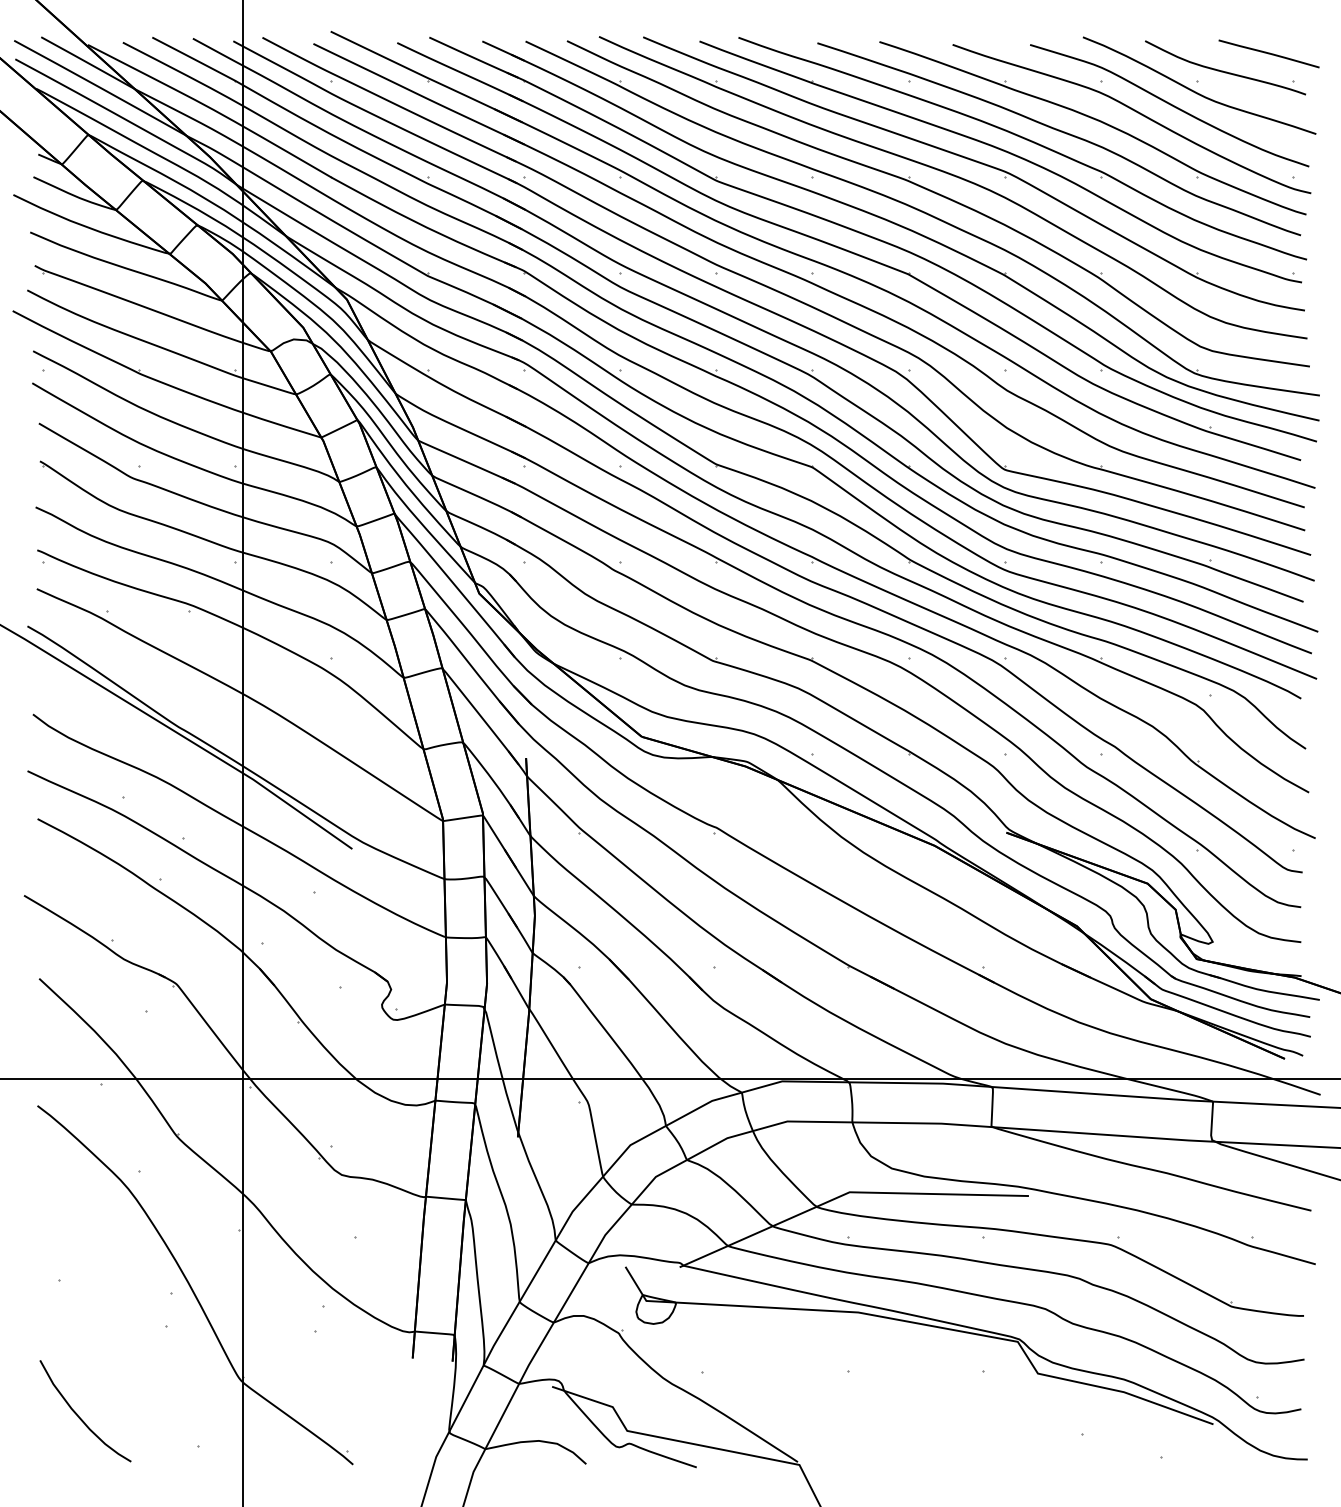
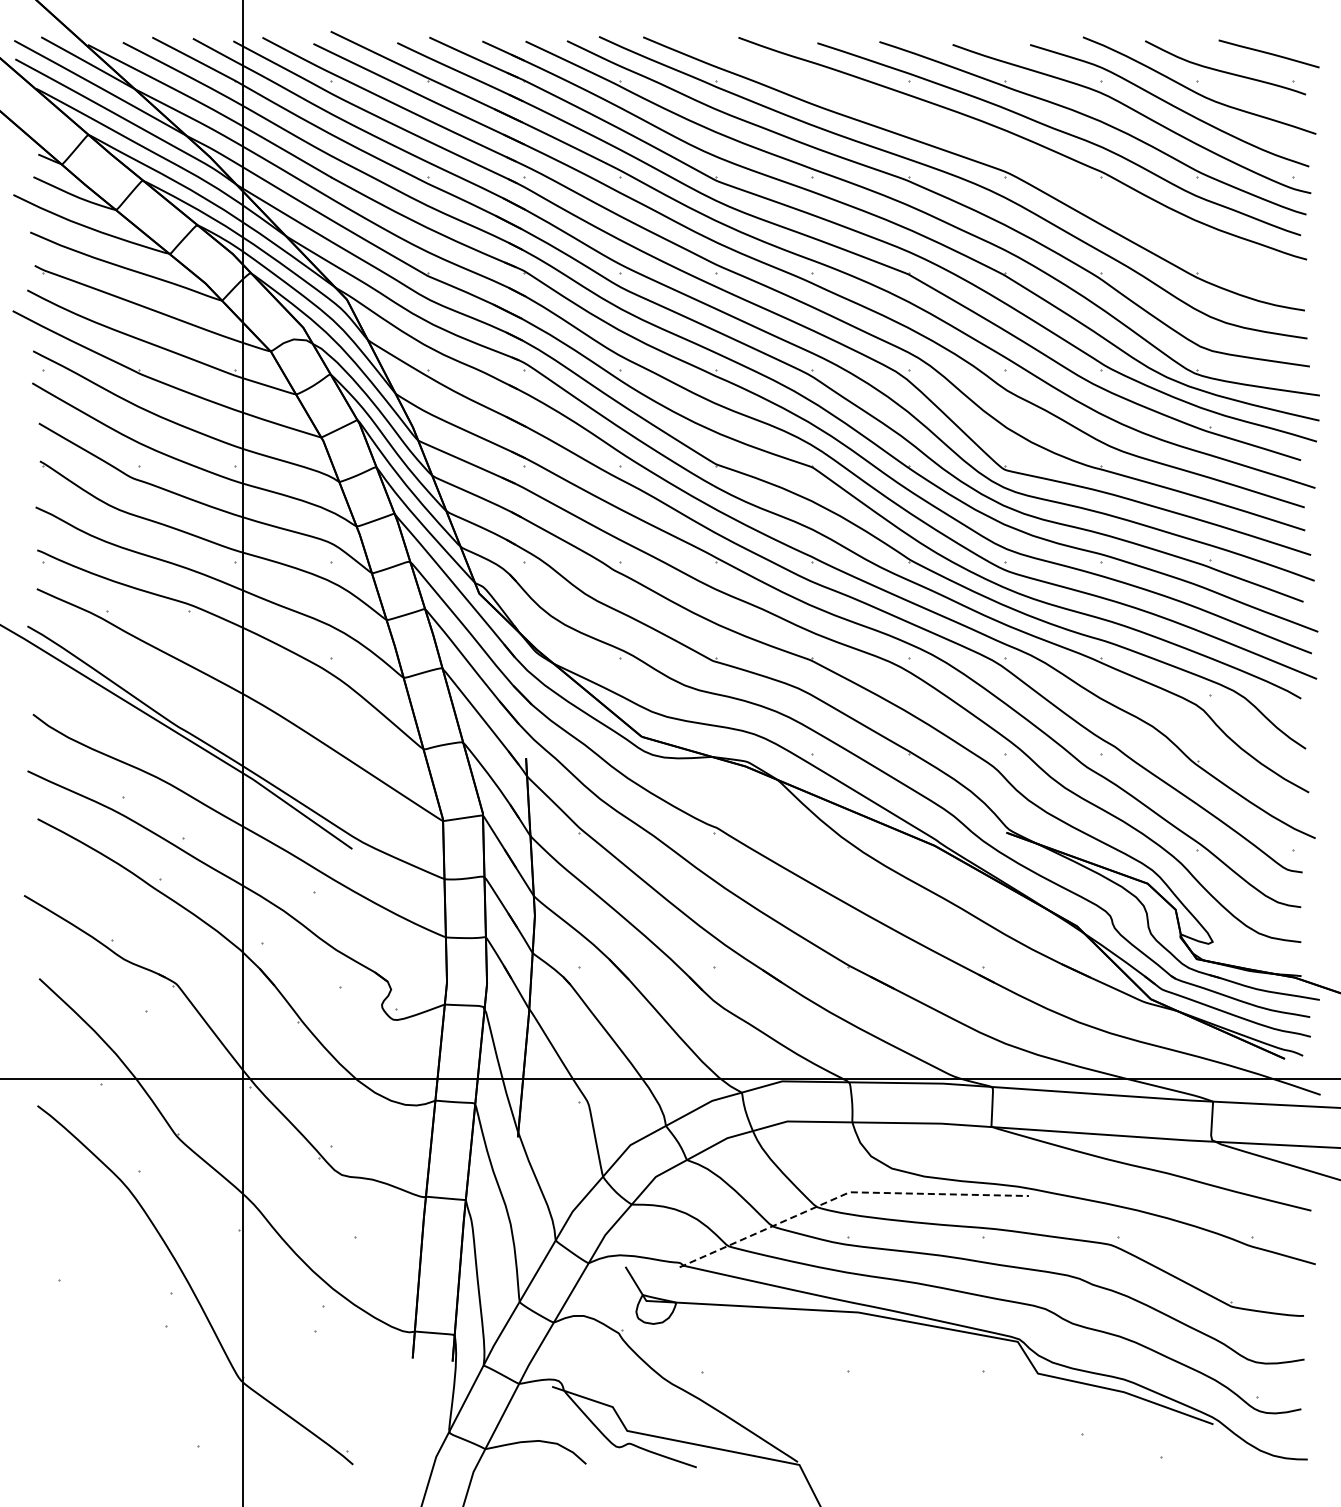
part at (1002, 151): present -> none
line at (847, 1193): solid -> dashed
curve at (79, 1416): present -> none
